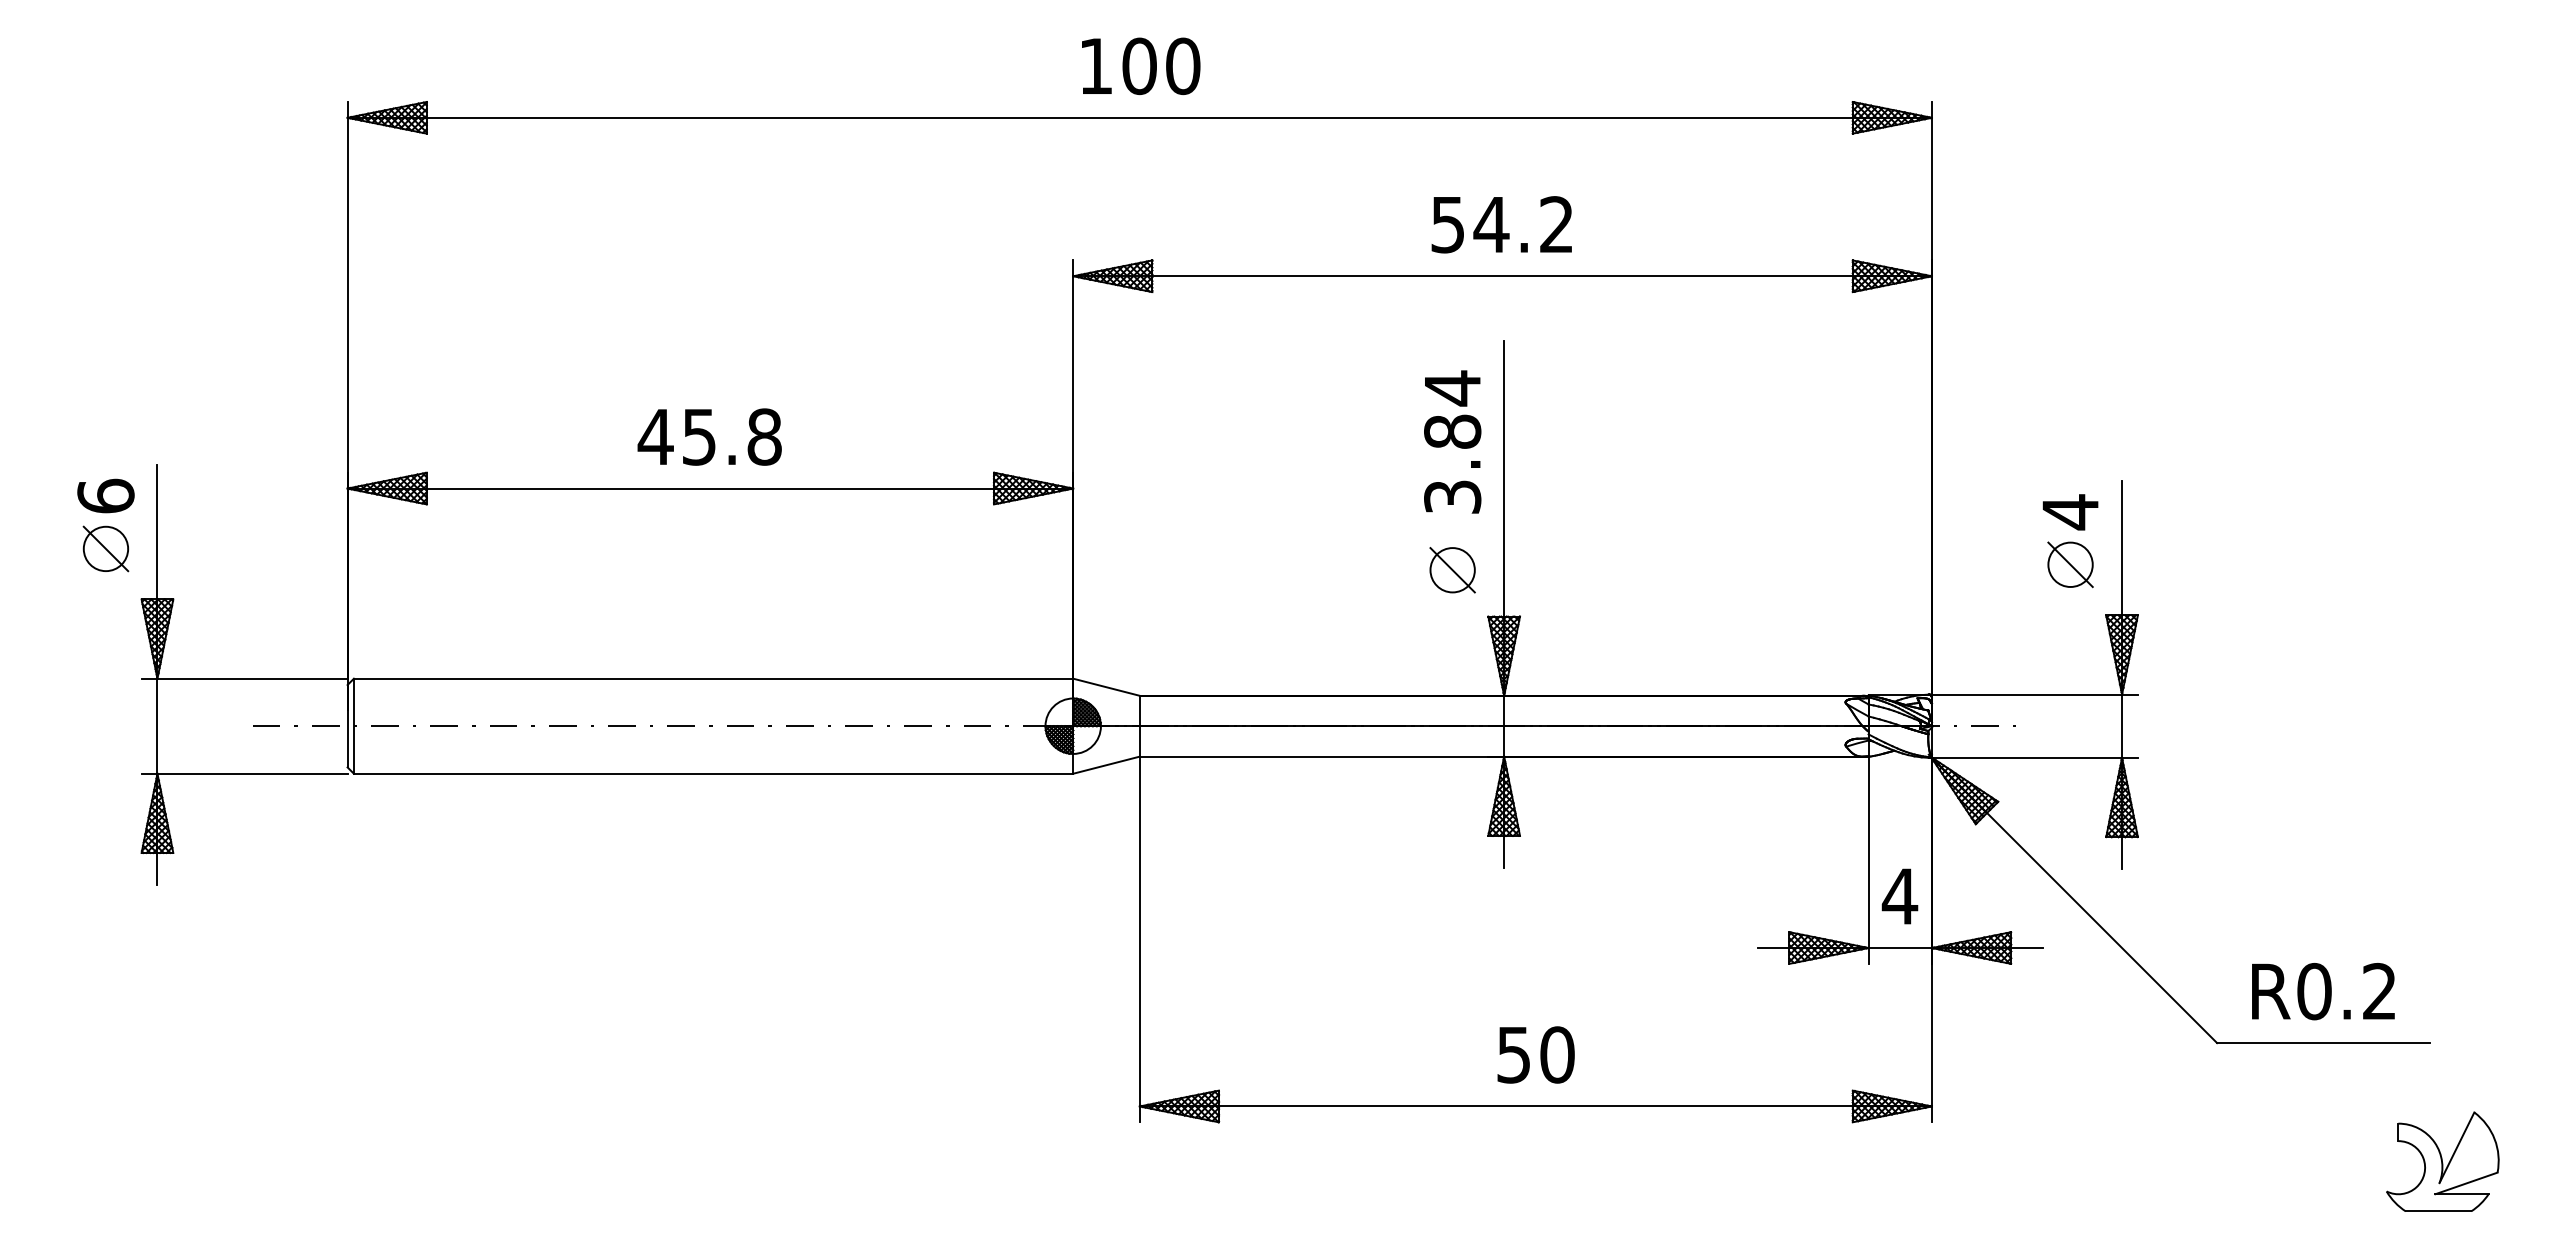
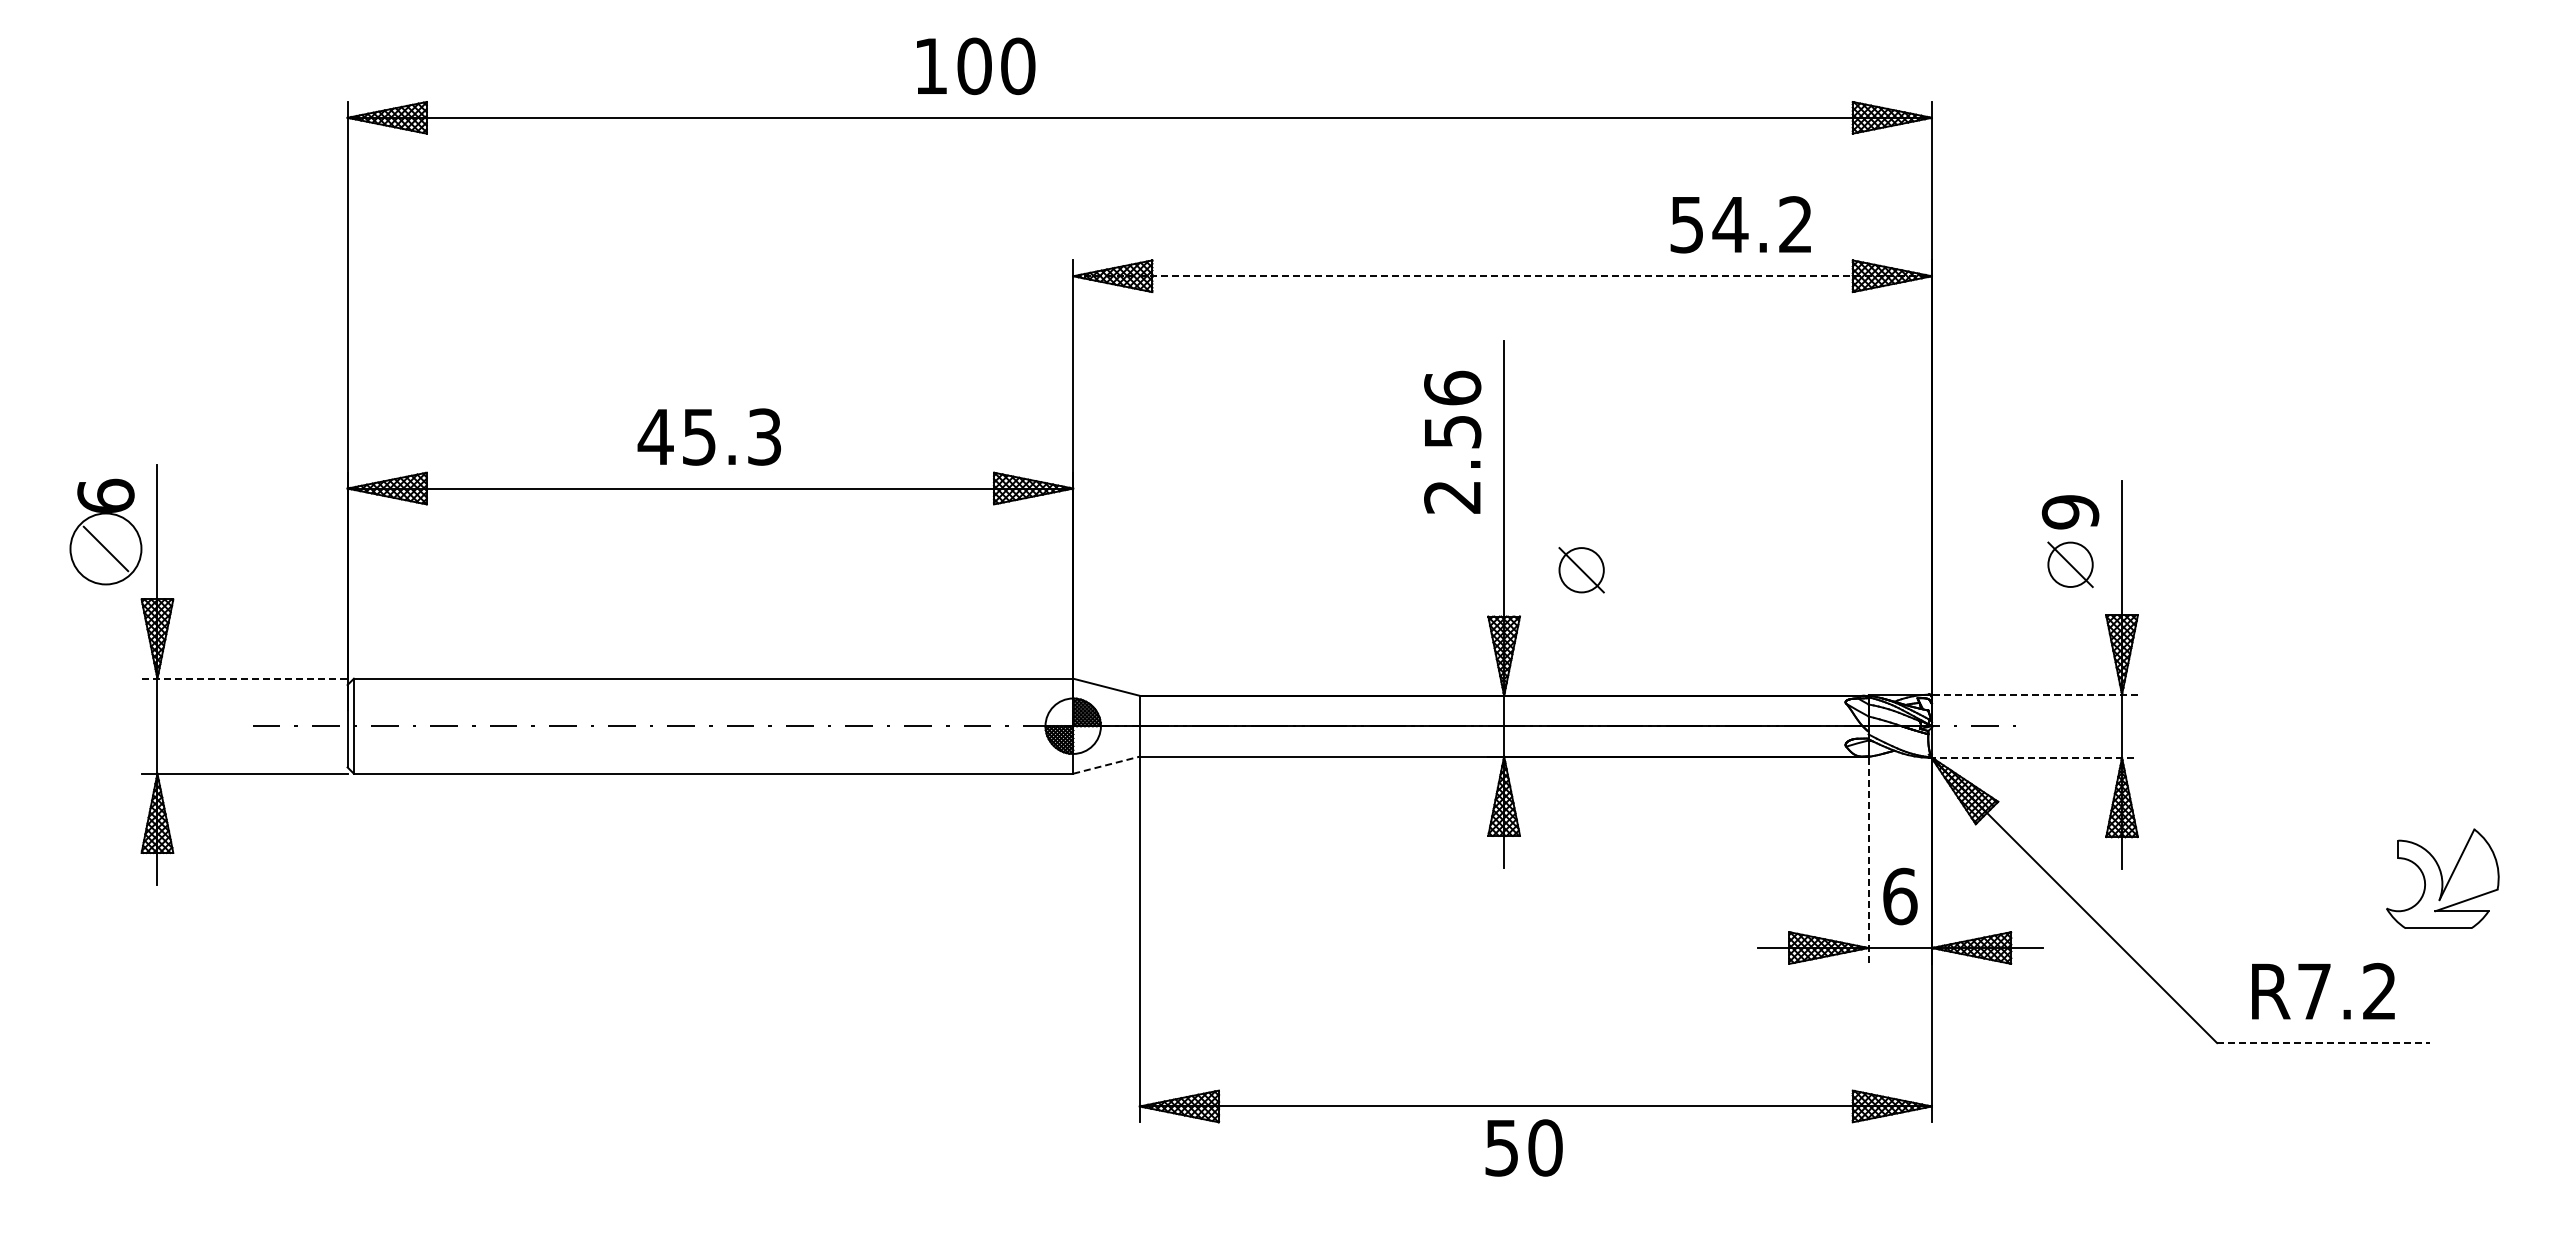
text at (1141, 66) position: (1141, 66) -> (976, 66)
text at (1501, 224) position: (1501, 224) -> (1740, 224)
line at (1503, 276): solid -> dashed
text at (764, 436): 45.8 -> 45.3
text at (1452, 441): 3.84 -> 2.56
text at (2070, 512): 4 -> 9
circle at (105, 548) diameter: 44 px -> 71 px
part at (1452, 570) position: (1452, 570) -> (1581, 570)
line at (244, 678): solid -> dashed
line at (2033, 694): solid -> dashed
line at (2033, 757): solid -> dashed
line at (1106, 765): solid -> dashed
line at (1868, 860): solid -> dashed
text at (1899, 896): 4 -> 6
text at (2314, 991): R0.2 -> R7.2
line at (2323, 1043): solid -> dashed
text at (1535, 1054) position: (1535, 1054) -> (1523, 1147)
part at (2442, 1161) position: (2442, 1161) -> (2442, 878)
